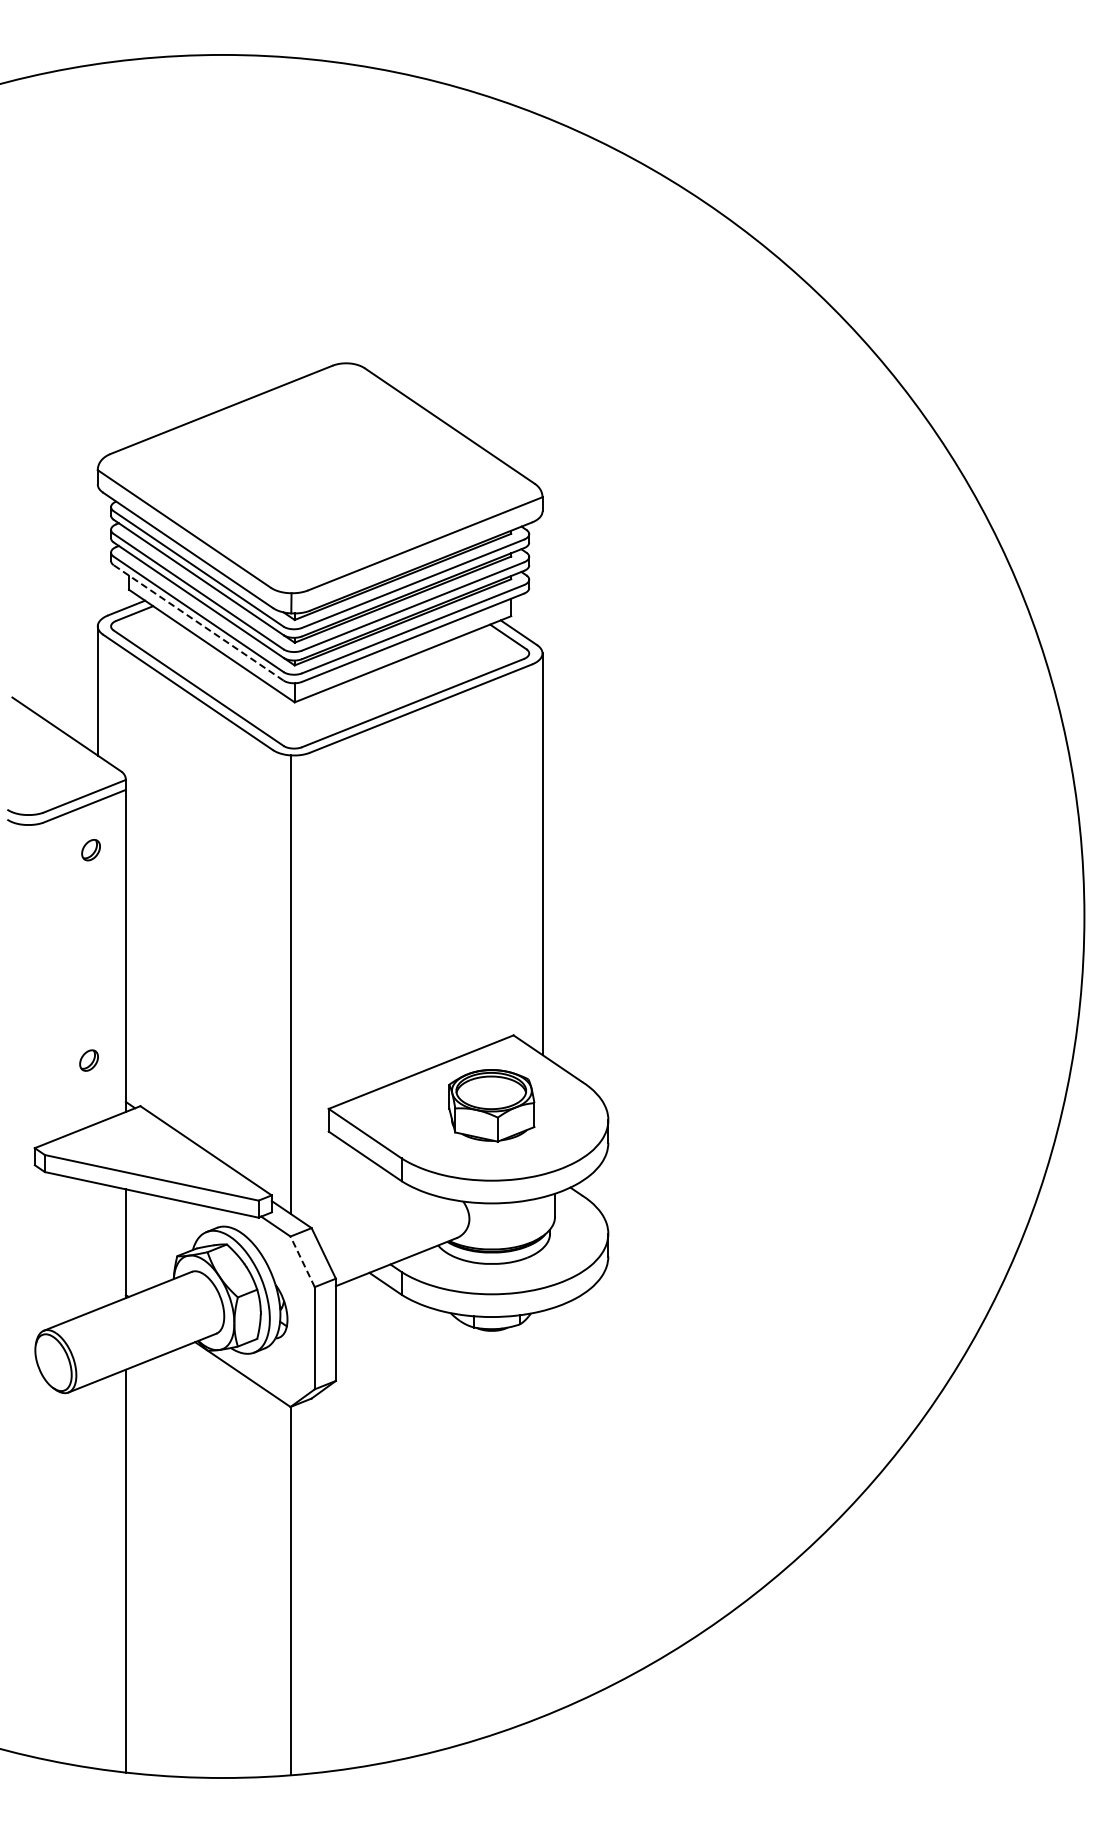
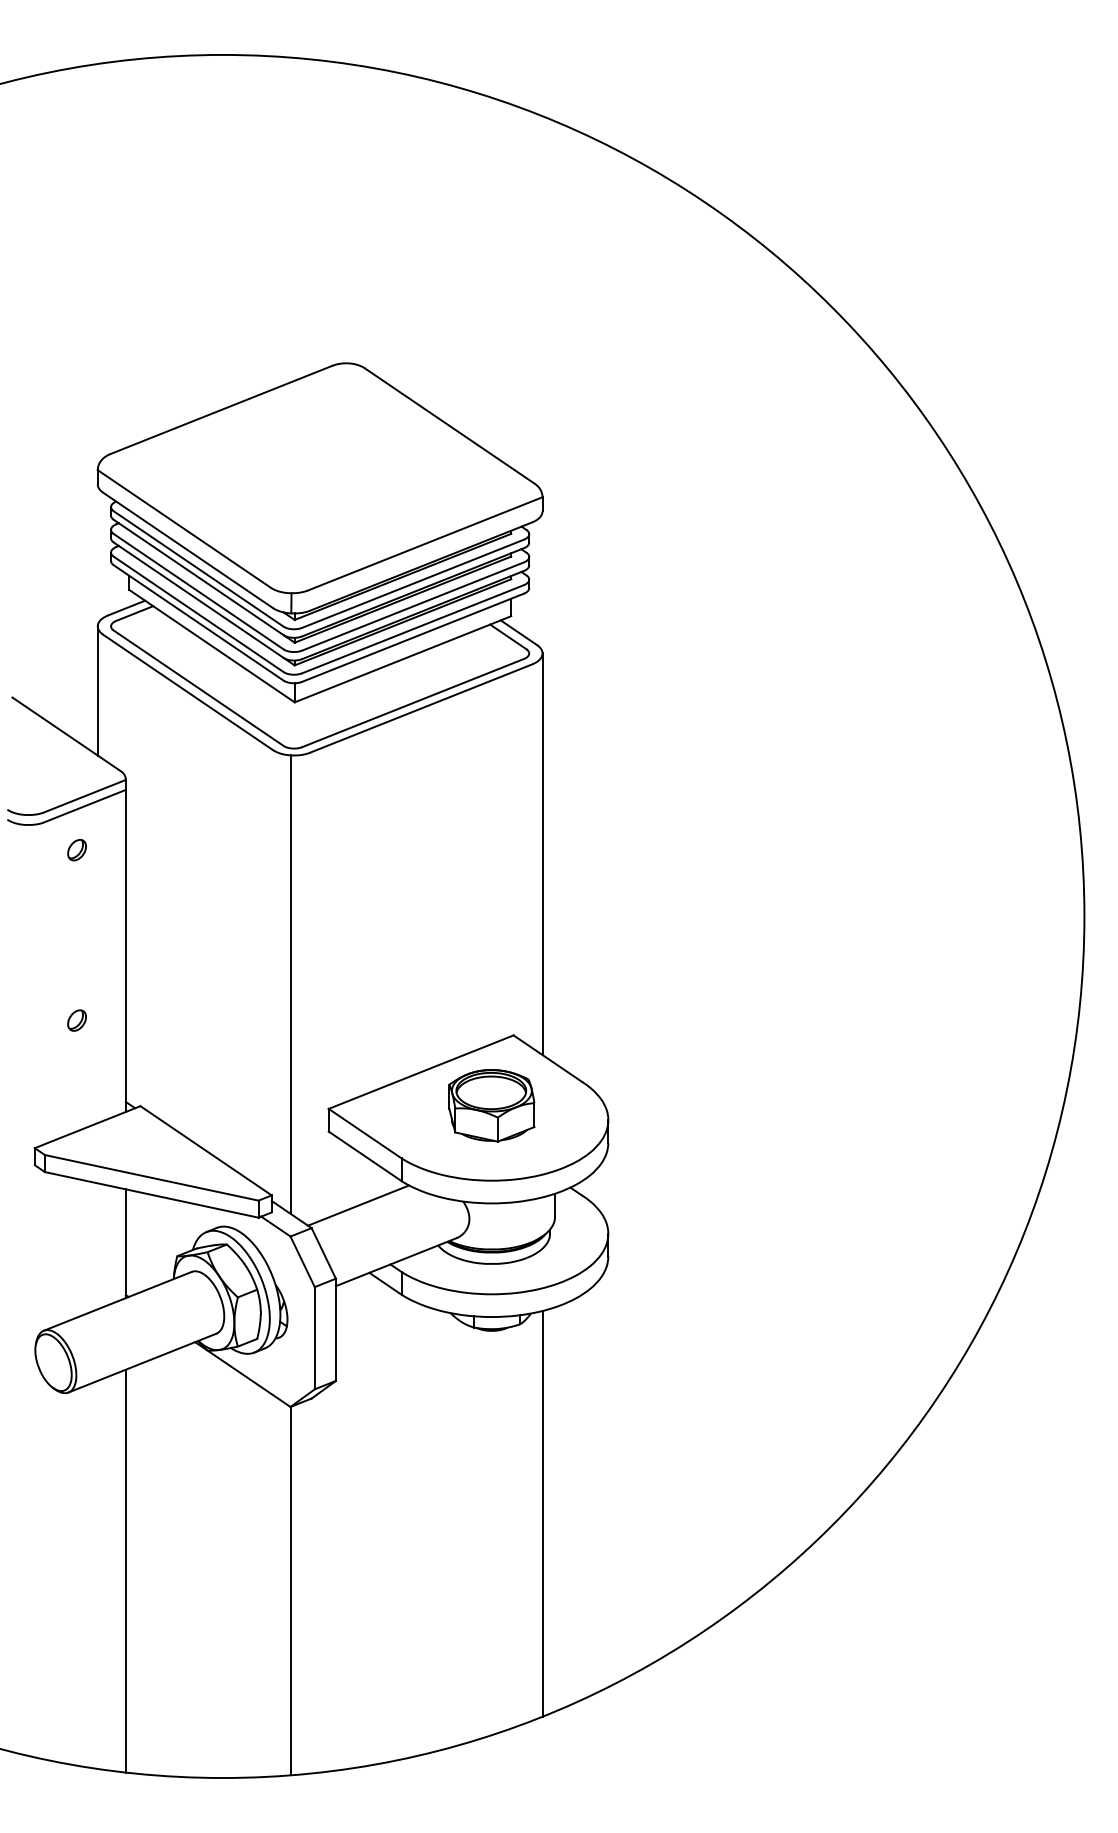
line at (198, 622): dashed -> solid
part at (90, 850) position: (90, 850) -> (76, 850)
part at (88, 1060) position: (88, 1060) -> (76, 1020)
line at (358, 1205): none -> present
line at (302, 1261): dashed -> solid
line at (542, 1513): none -> present
